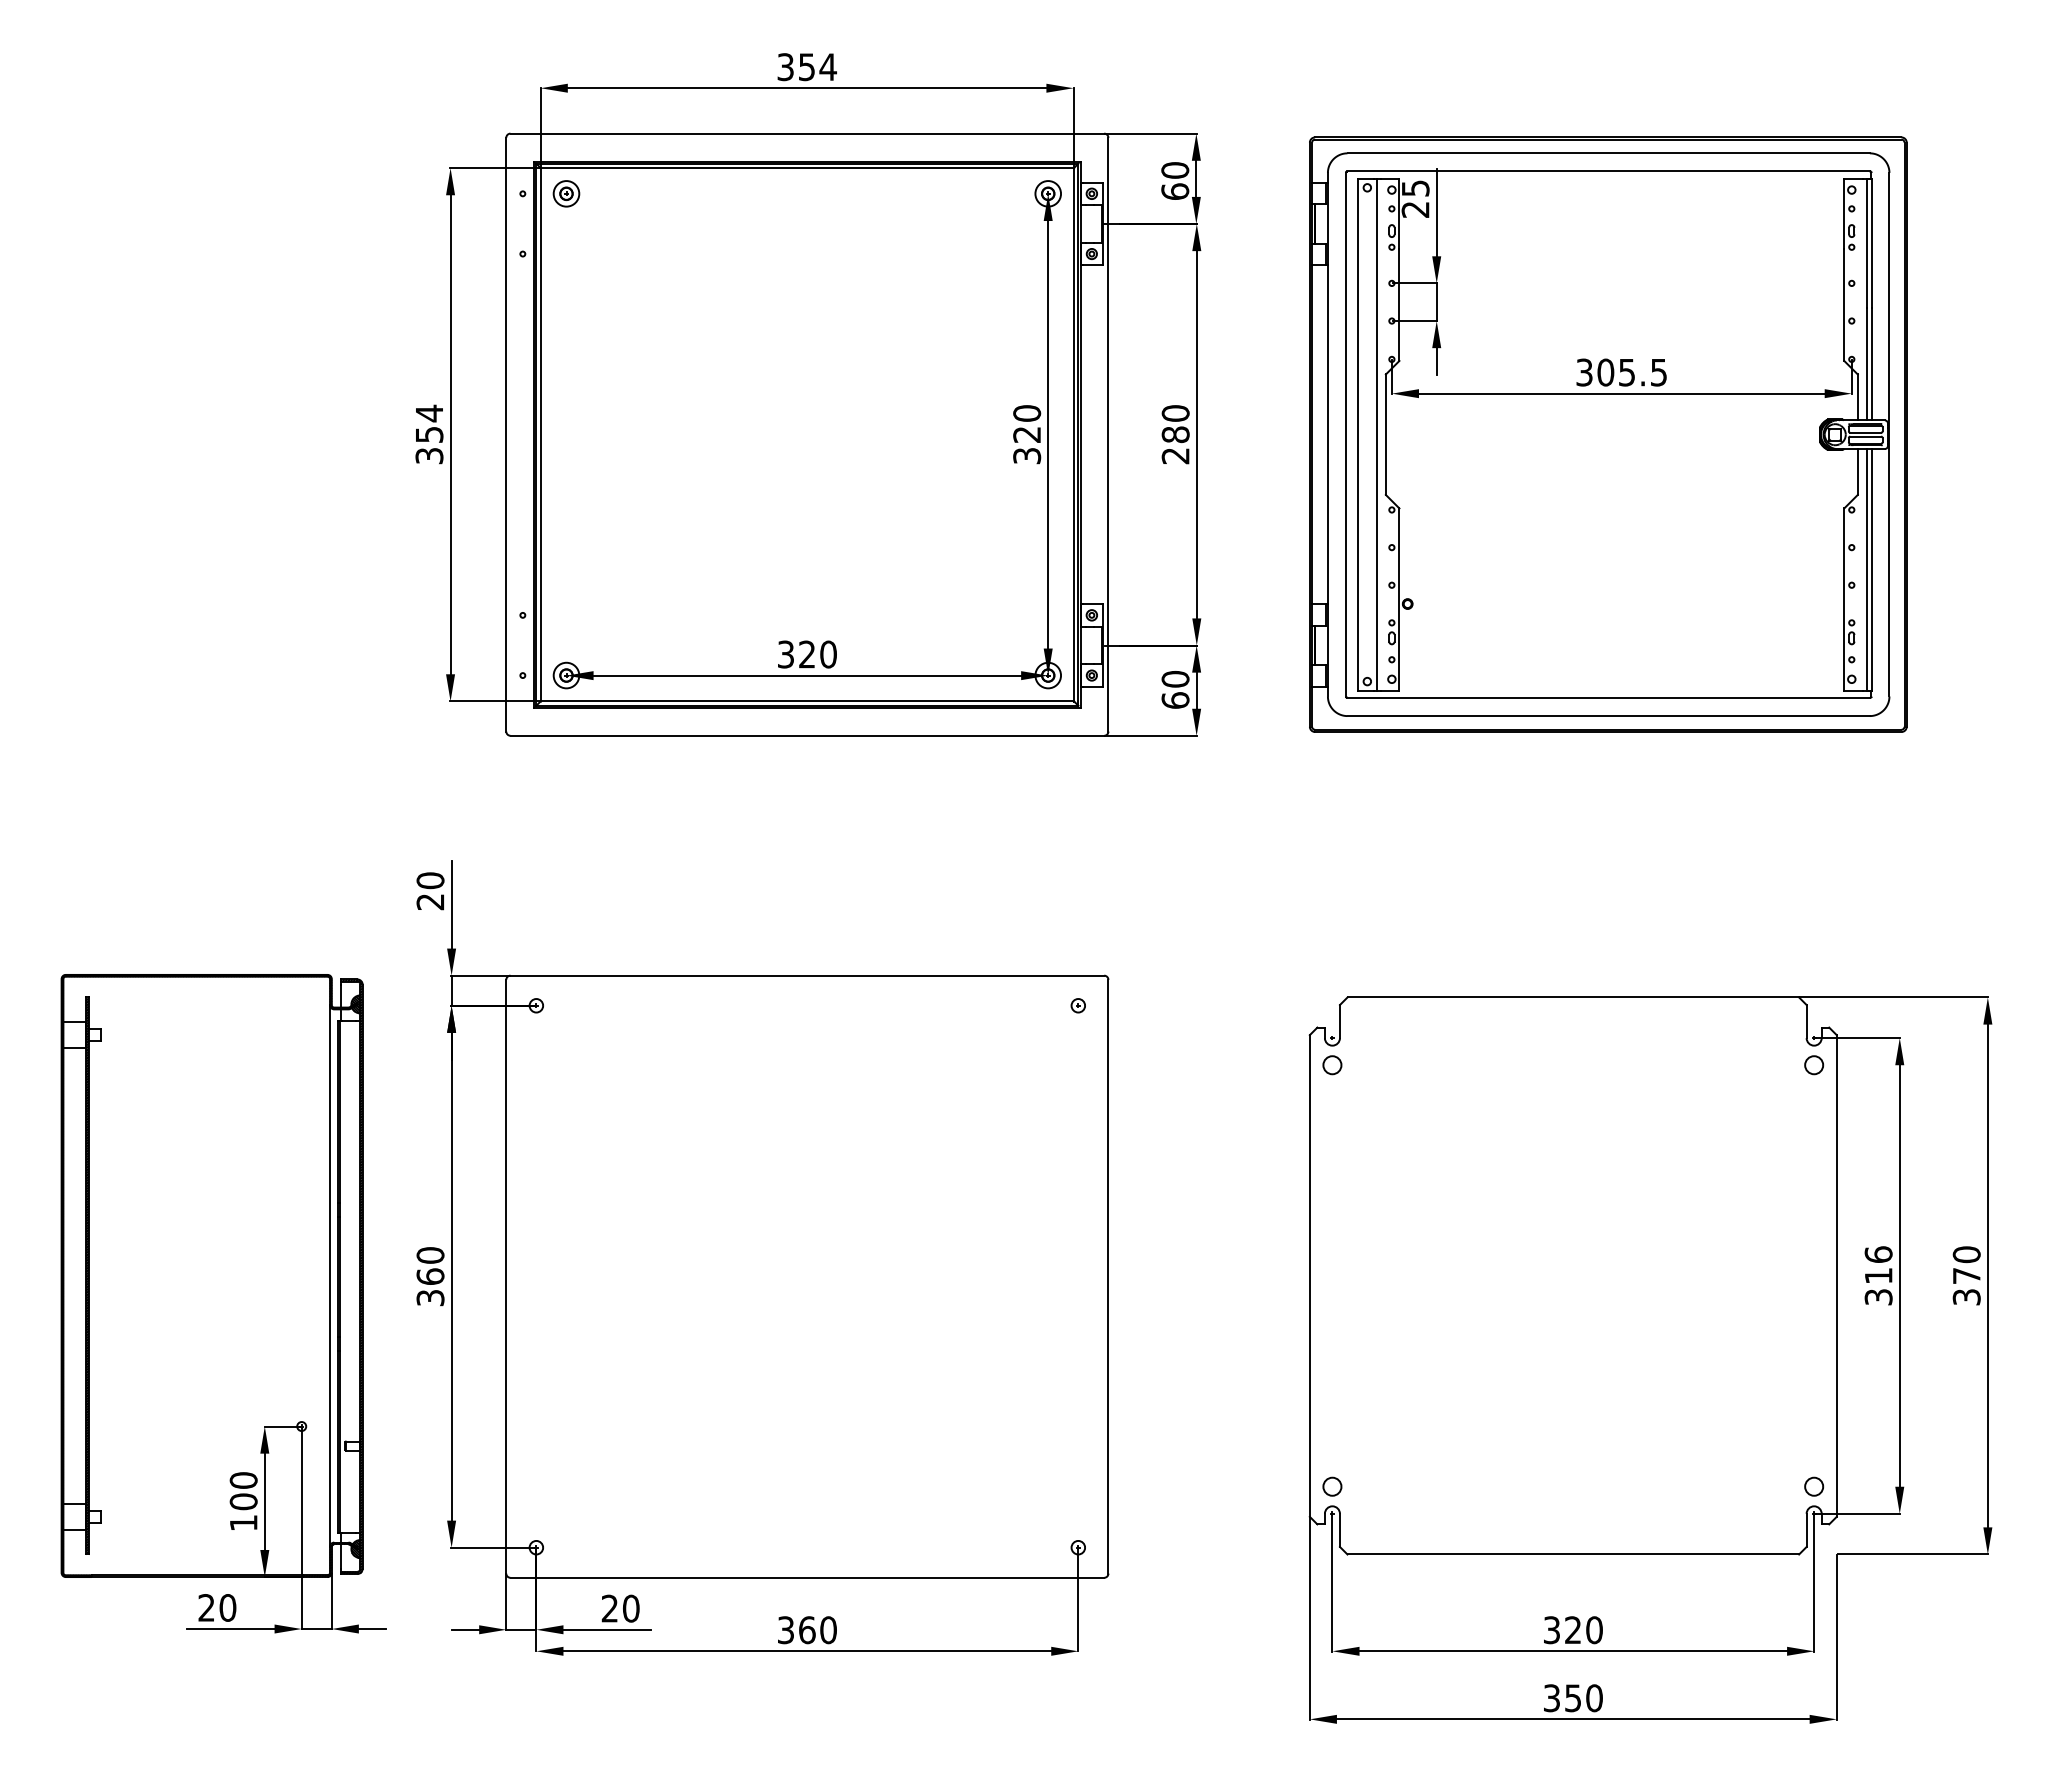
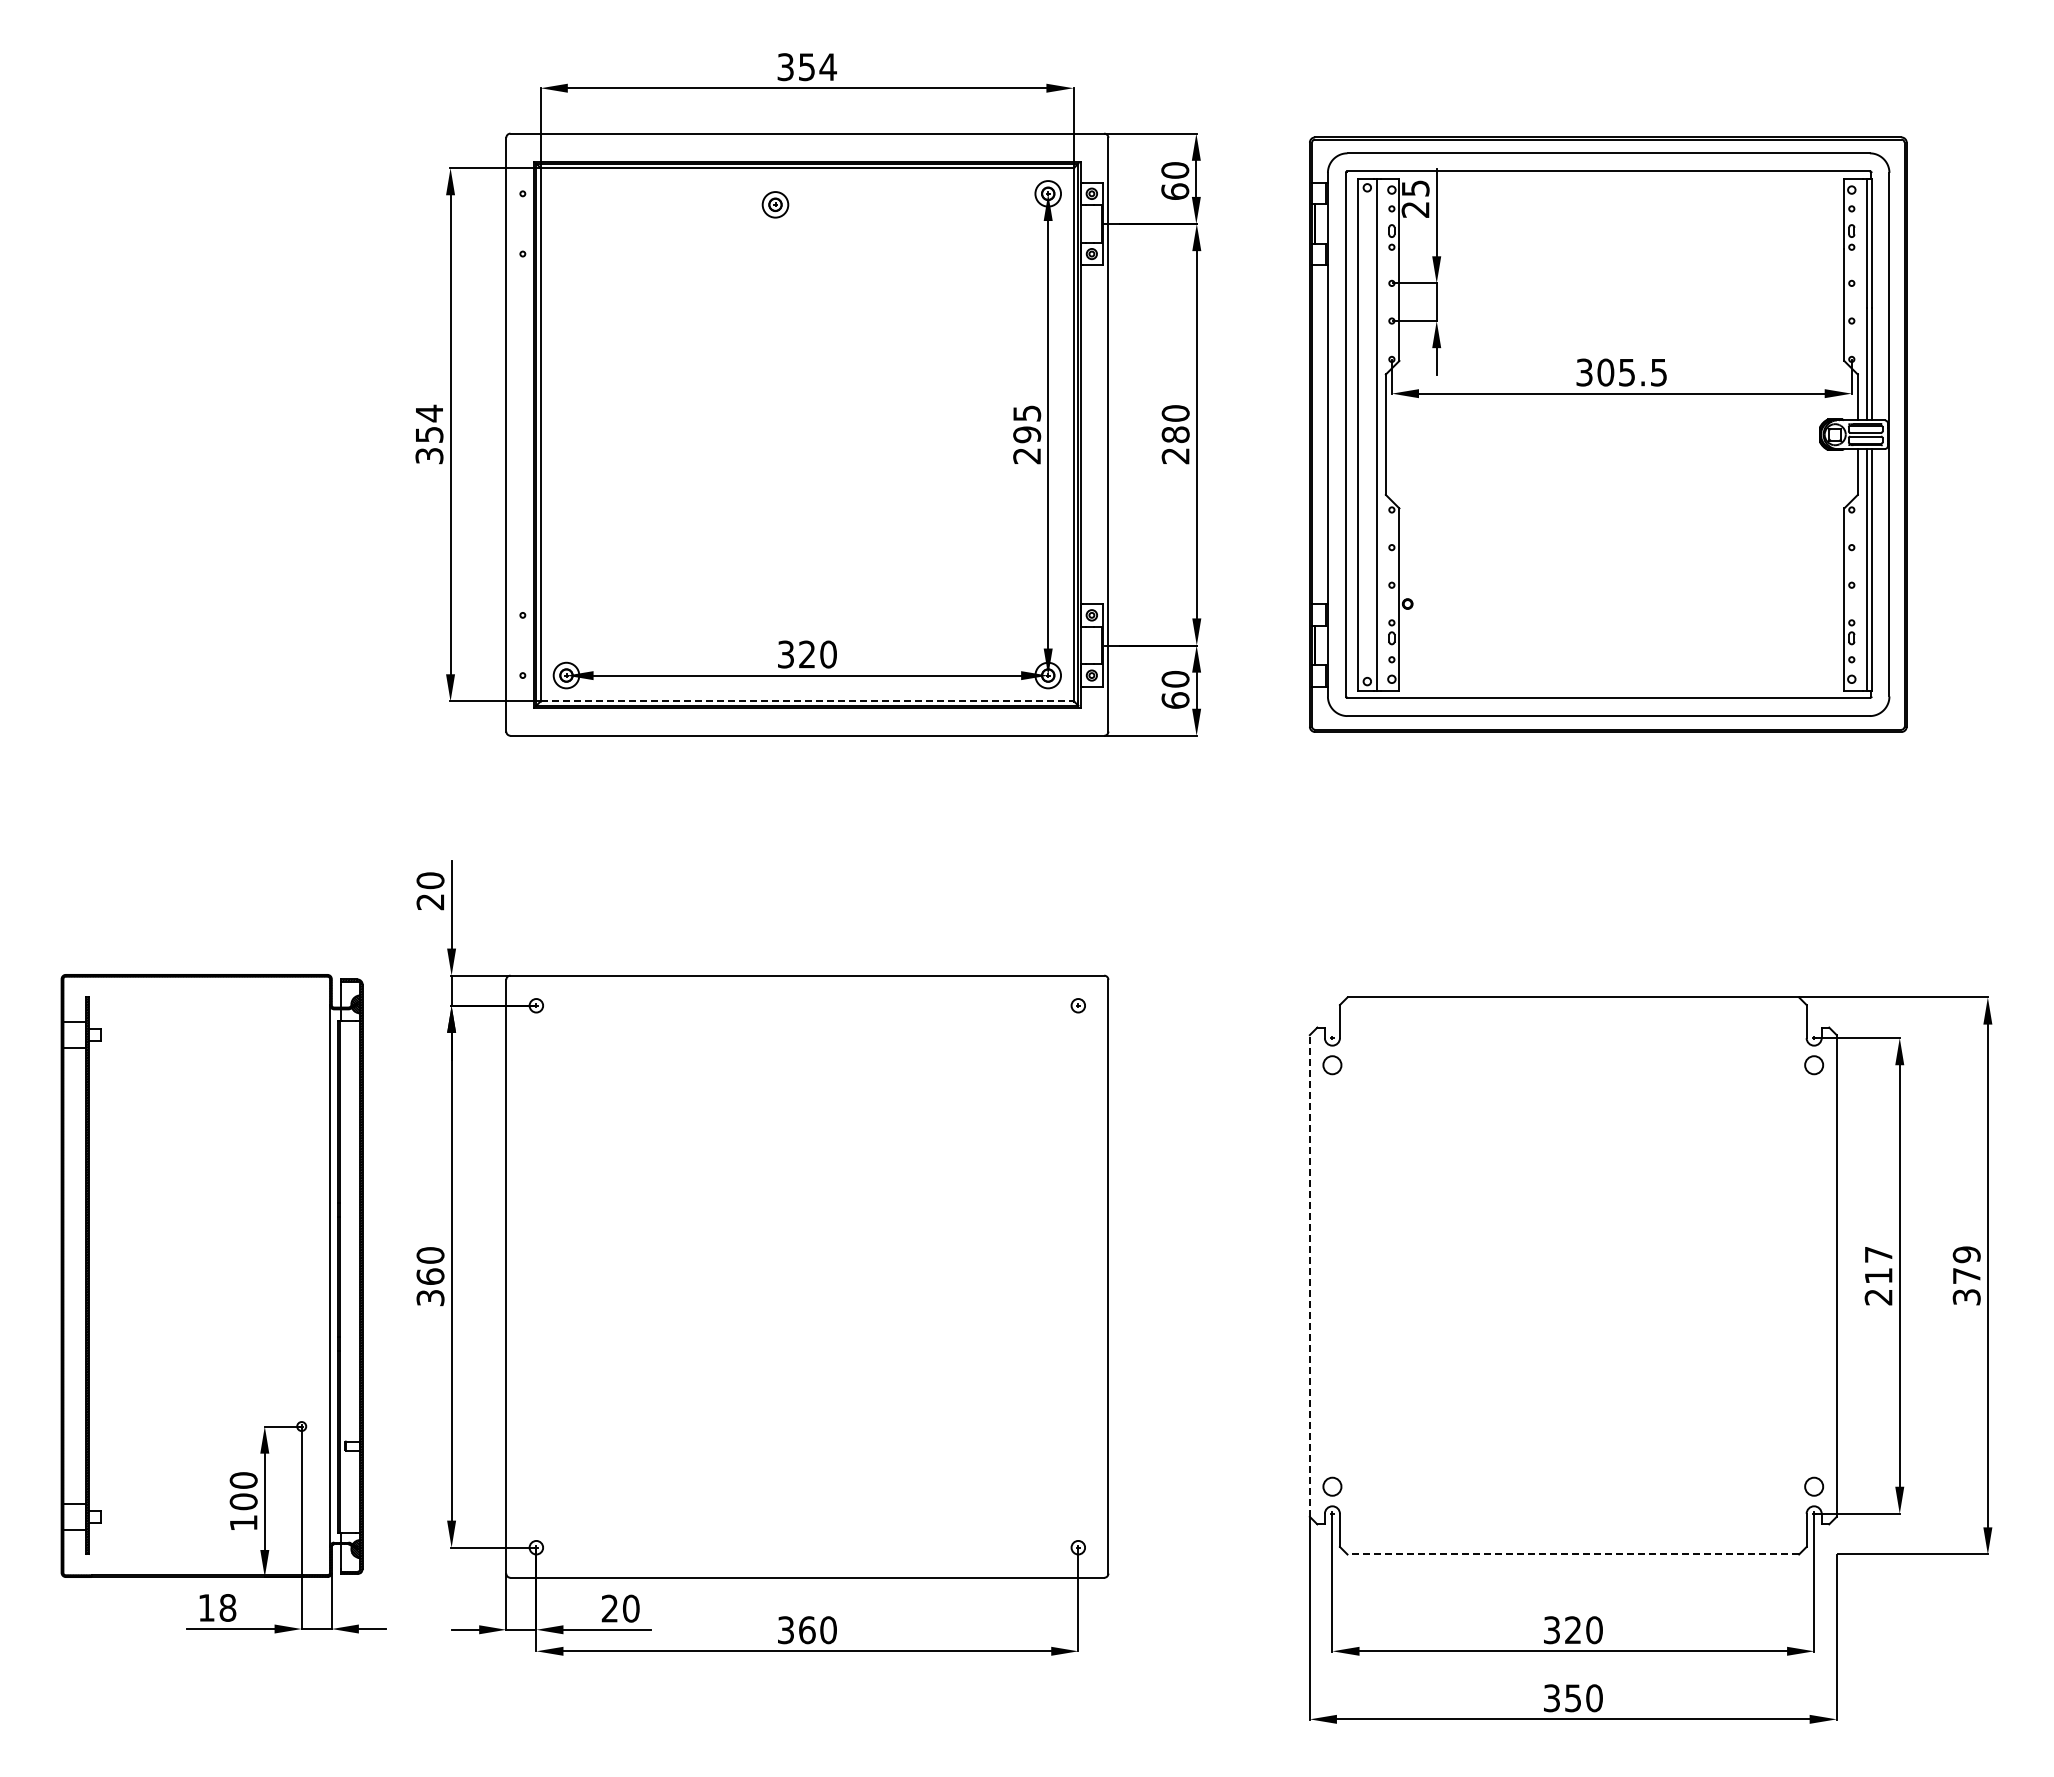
part at (566, 193) position: (566, 193) -> (775, 204)
text at (1027, 434): 320 -> 295
line at (807, 701): solid -> dashed
text at (1966, 1254): 370 -> 379
line at (1309, 1275): solid -> dashed
text at (1878, 1275): 316 -> 217
line at (1573, 1554): solid -> dashed
text at (217, 1607): 20 -> 18
